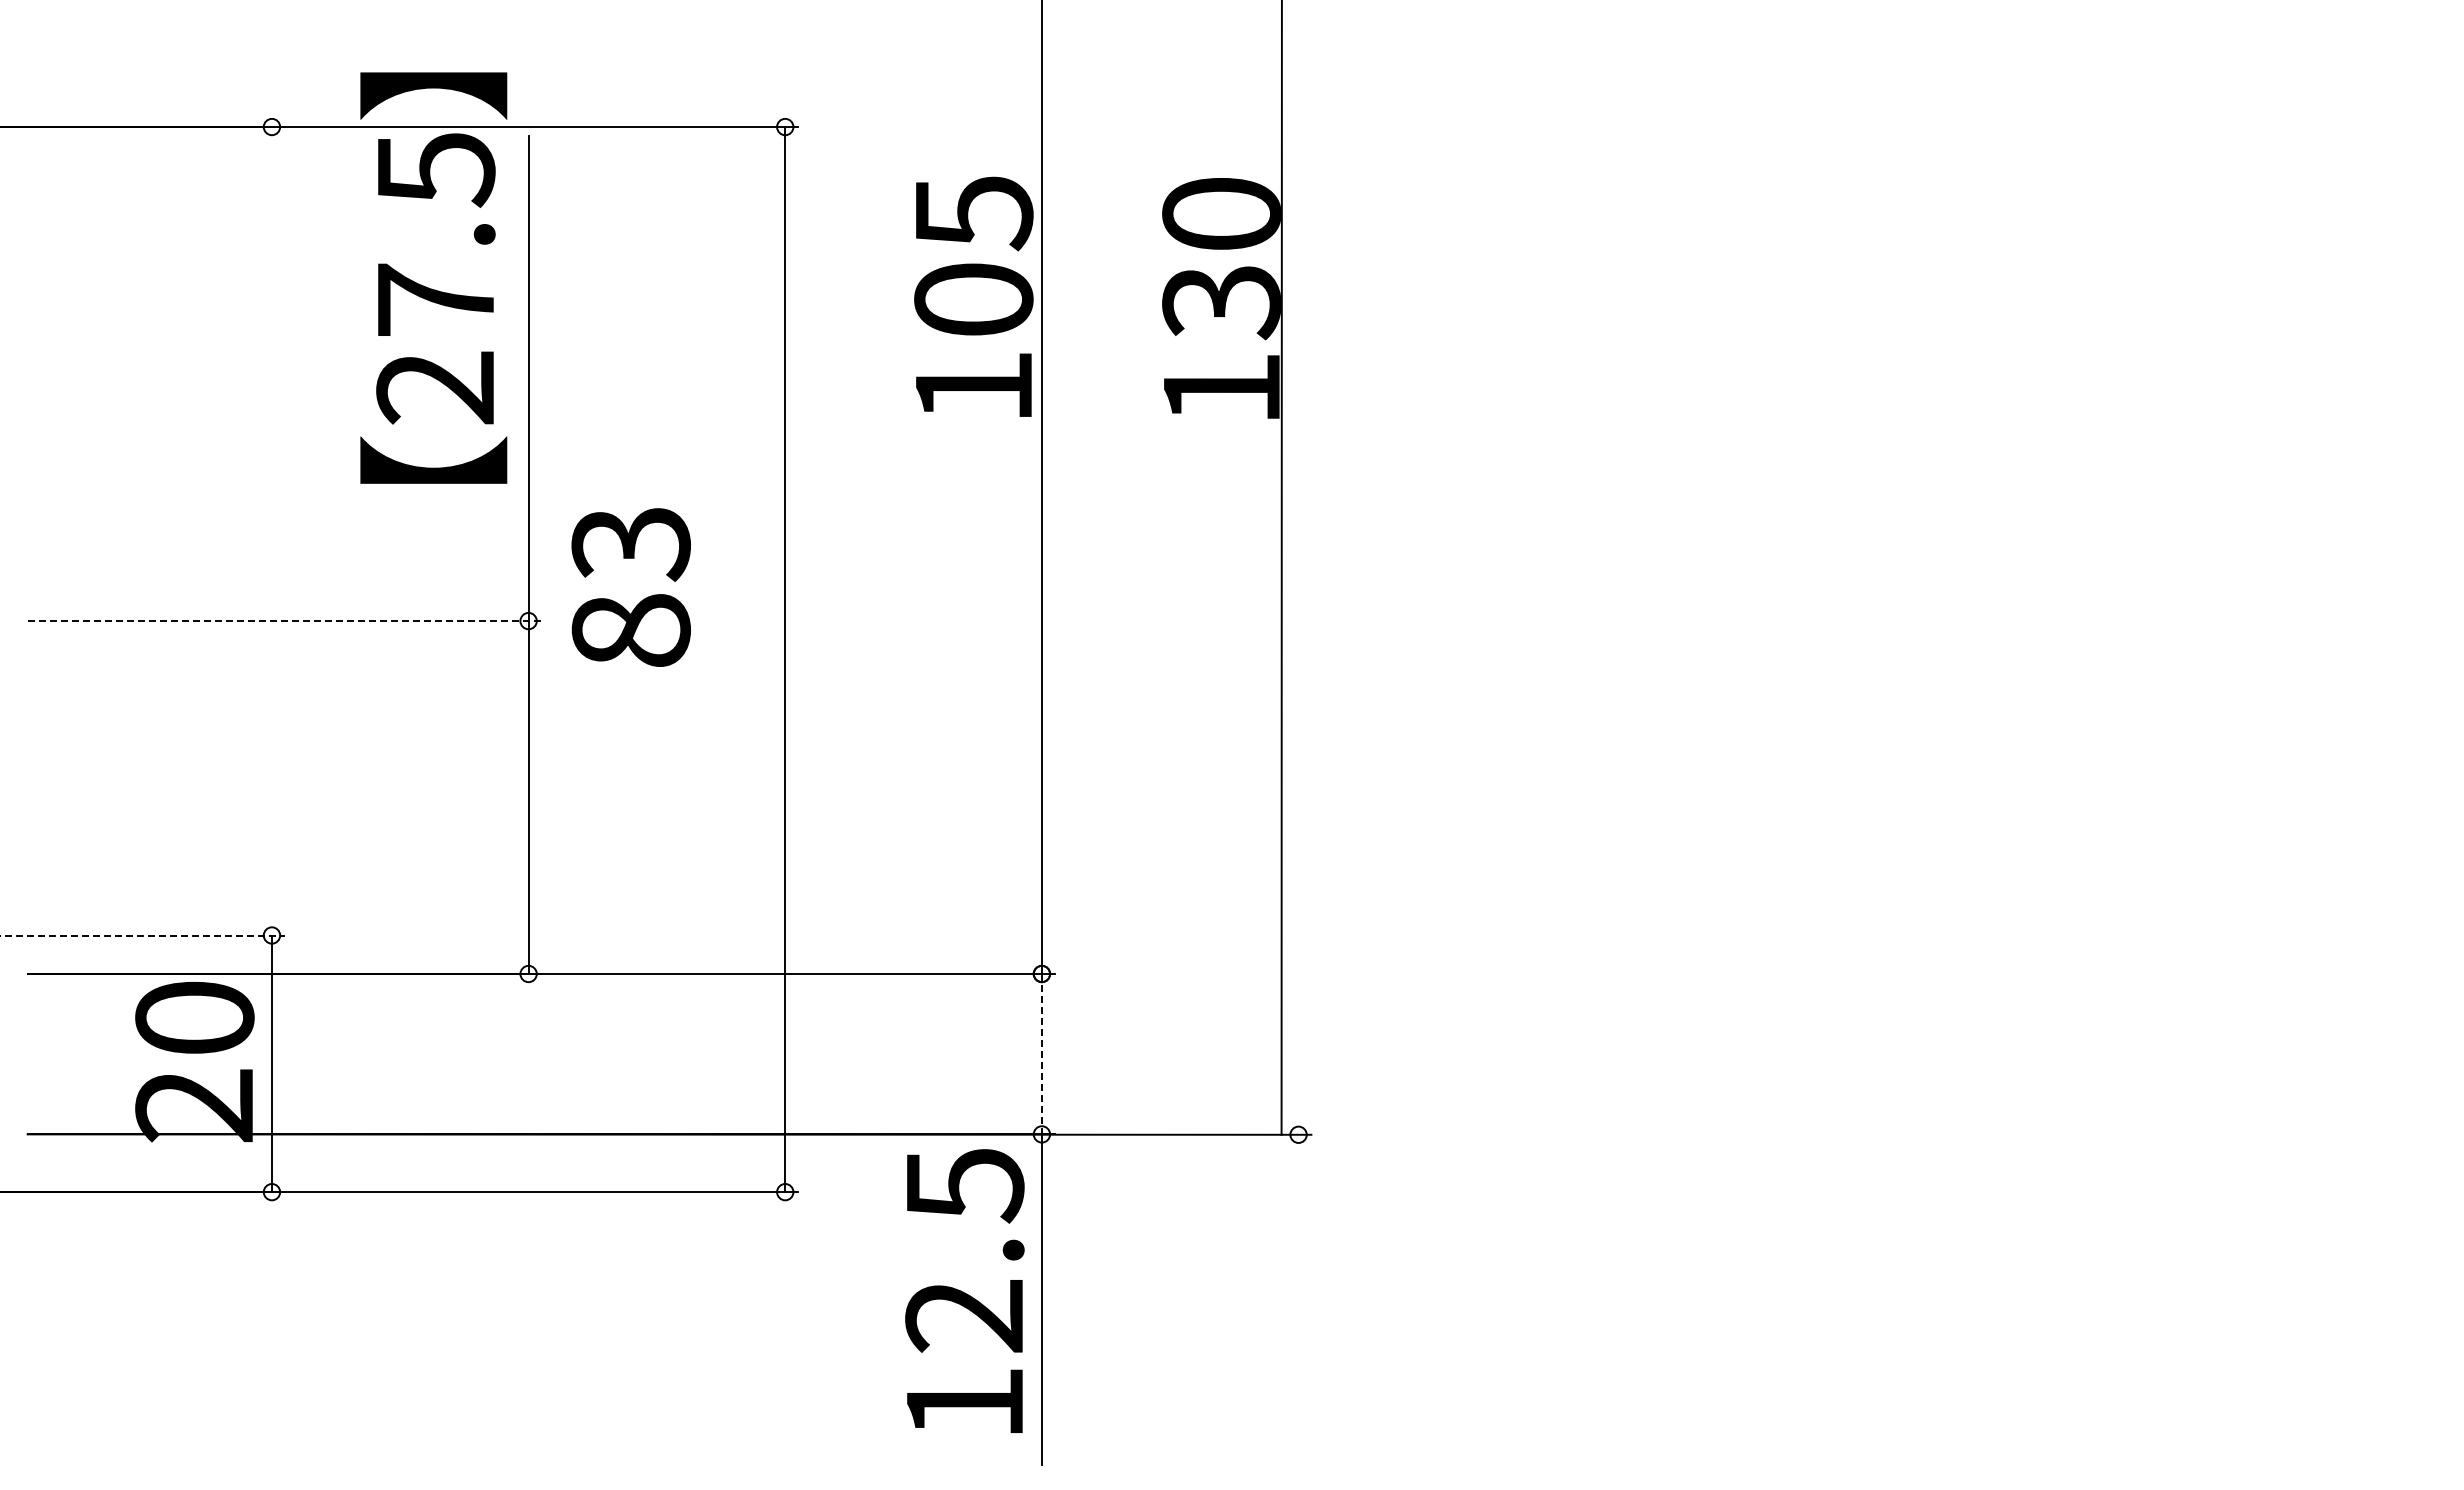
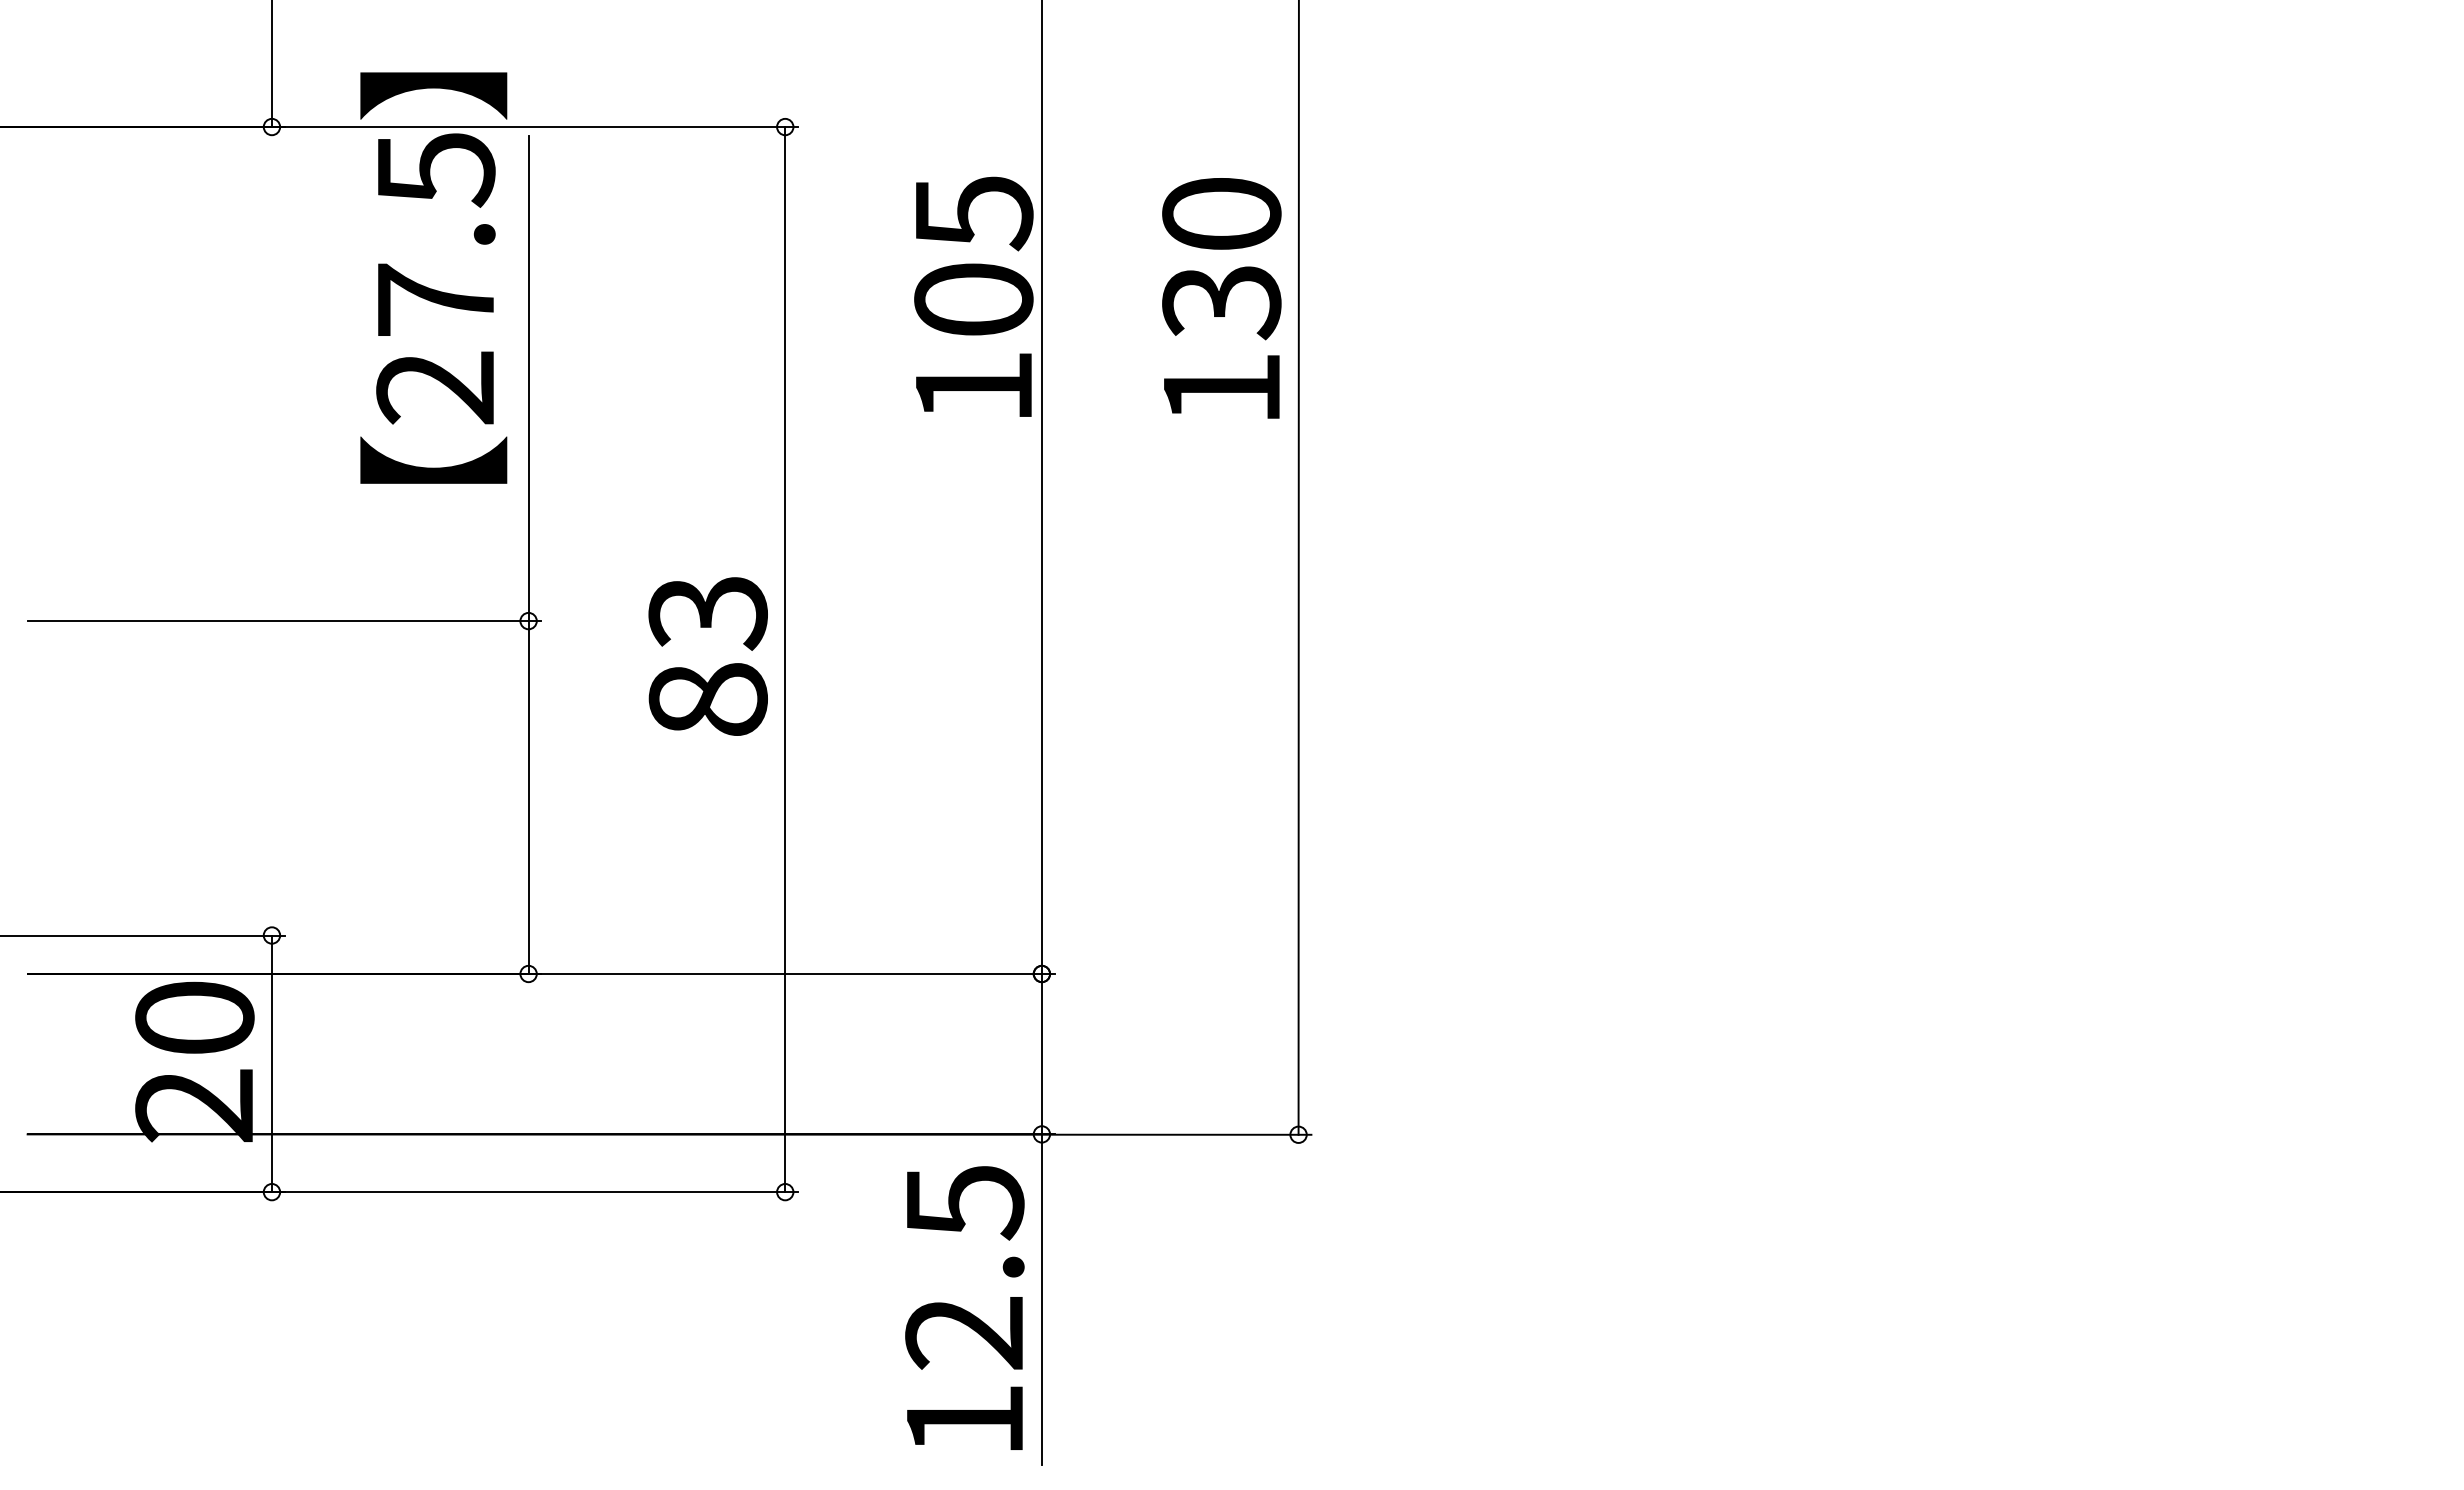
line at (271, 64): none -> present
line at (1281, 568) position: (1281, 568) -> (1298, 568)
text at (630, 587) position: (630, 587) -> (707, 656)
line at (284, 621): dashed -> solid
line at (142, 935): dashed -> solid
line at (1041, 1054): dashed -> solid
text at (964, 1290) position: (964, 1290) -> (964, 1307)
